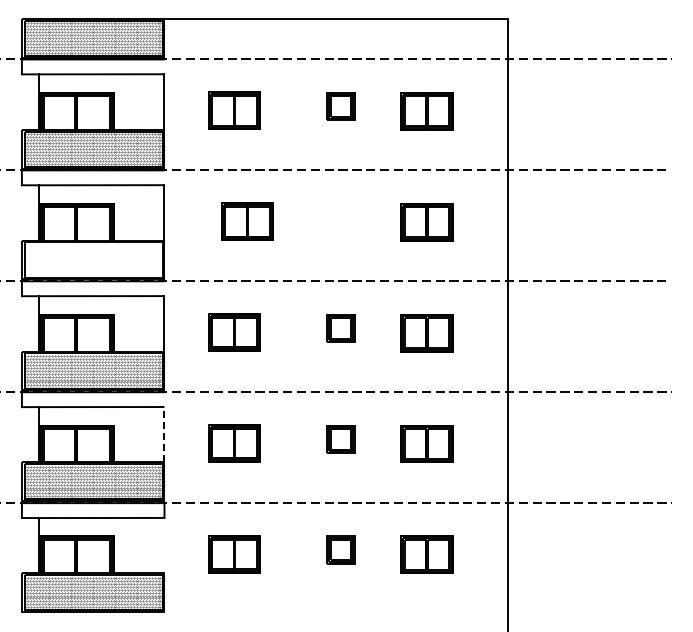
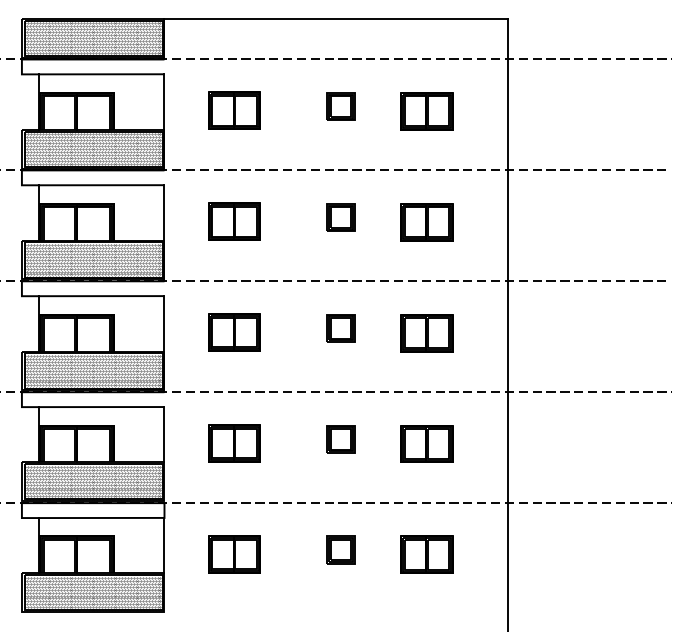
part at (340, 217): none -> present
part at (247, 221) position: (247, 221) -> (234, 221)
hatch at (93, 261): none -> present
line at (164, 434): dashed -> solid
line at (164, 545): none -> present
